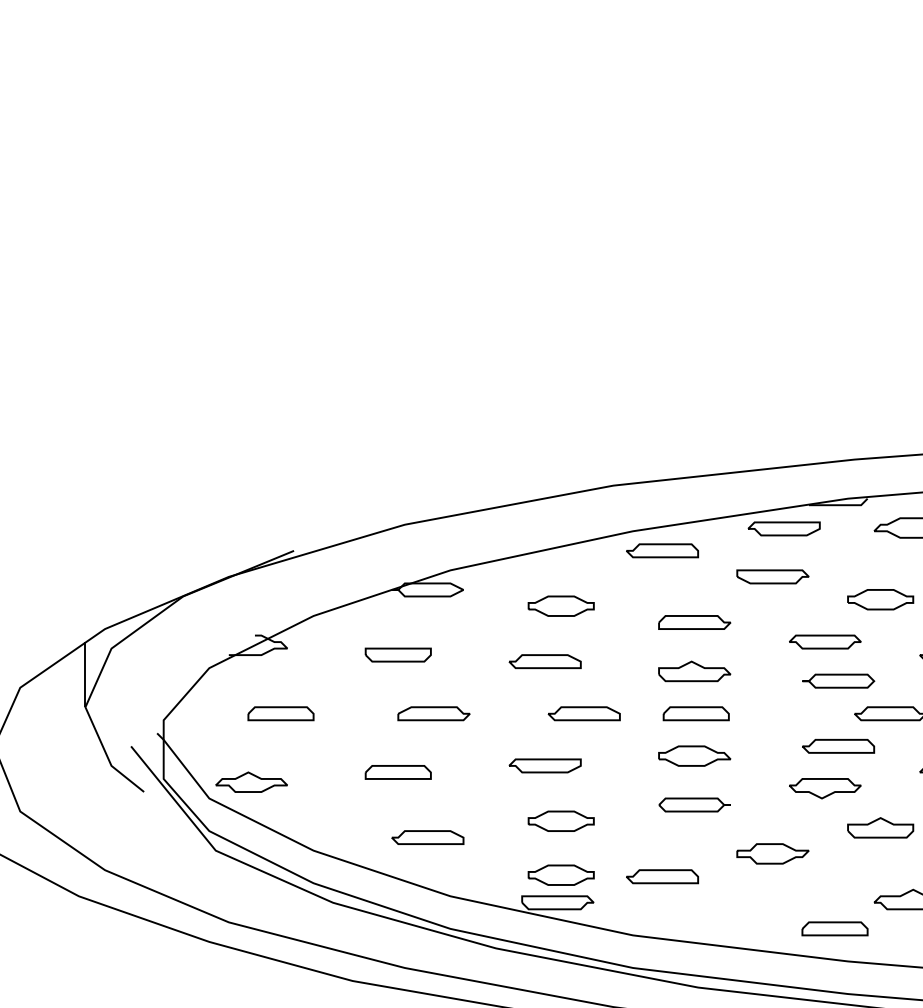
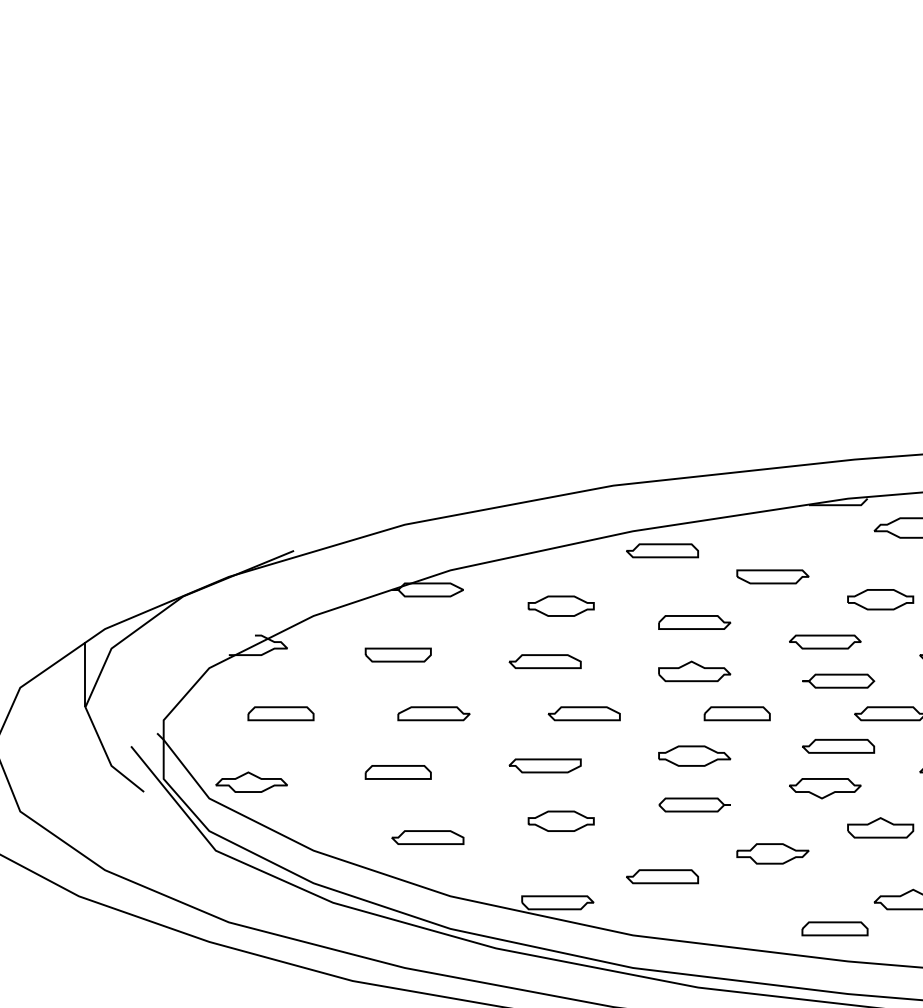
part at (783, 528): present -> none
part at (695, 713) position: (695, 713) -> (736, 713)
part at (560, 874): present -> none
